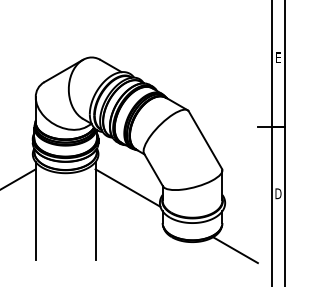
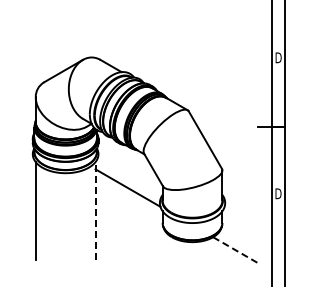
text at (278, 57): E -> D
line at (18, 178): present -> none
line at (95, 210): solid -> dashed
line at (235, 250): solid -> dashed
